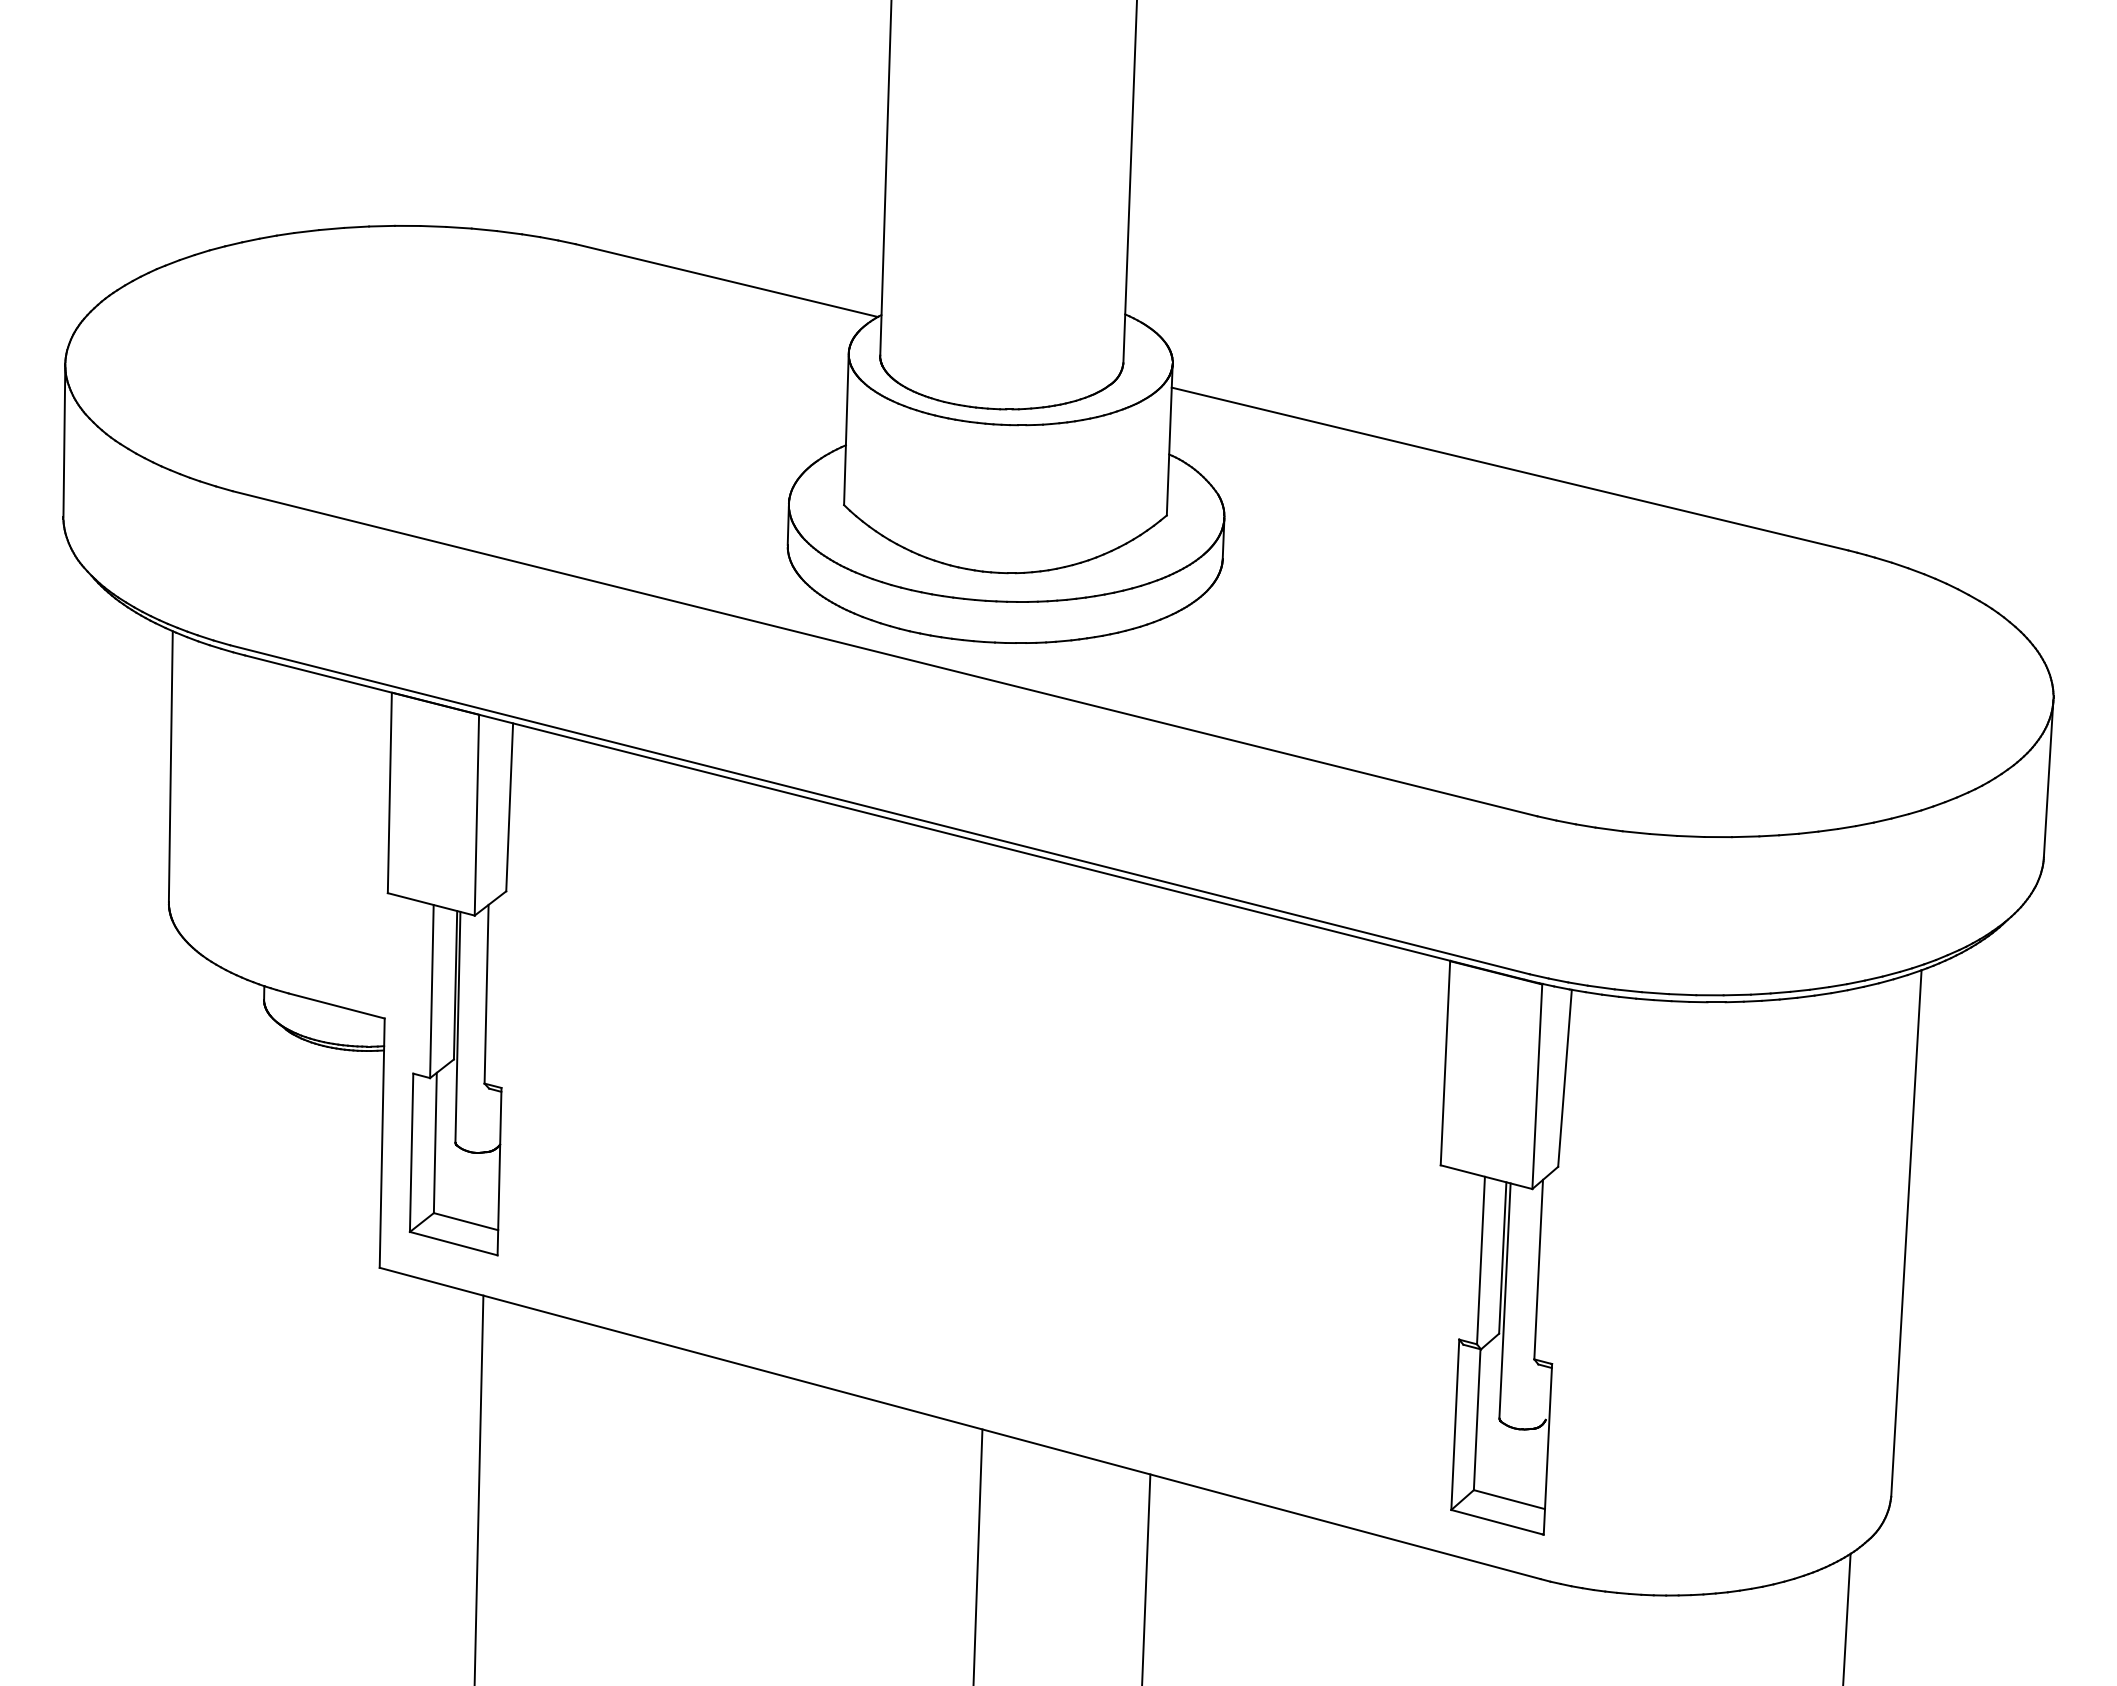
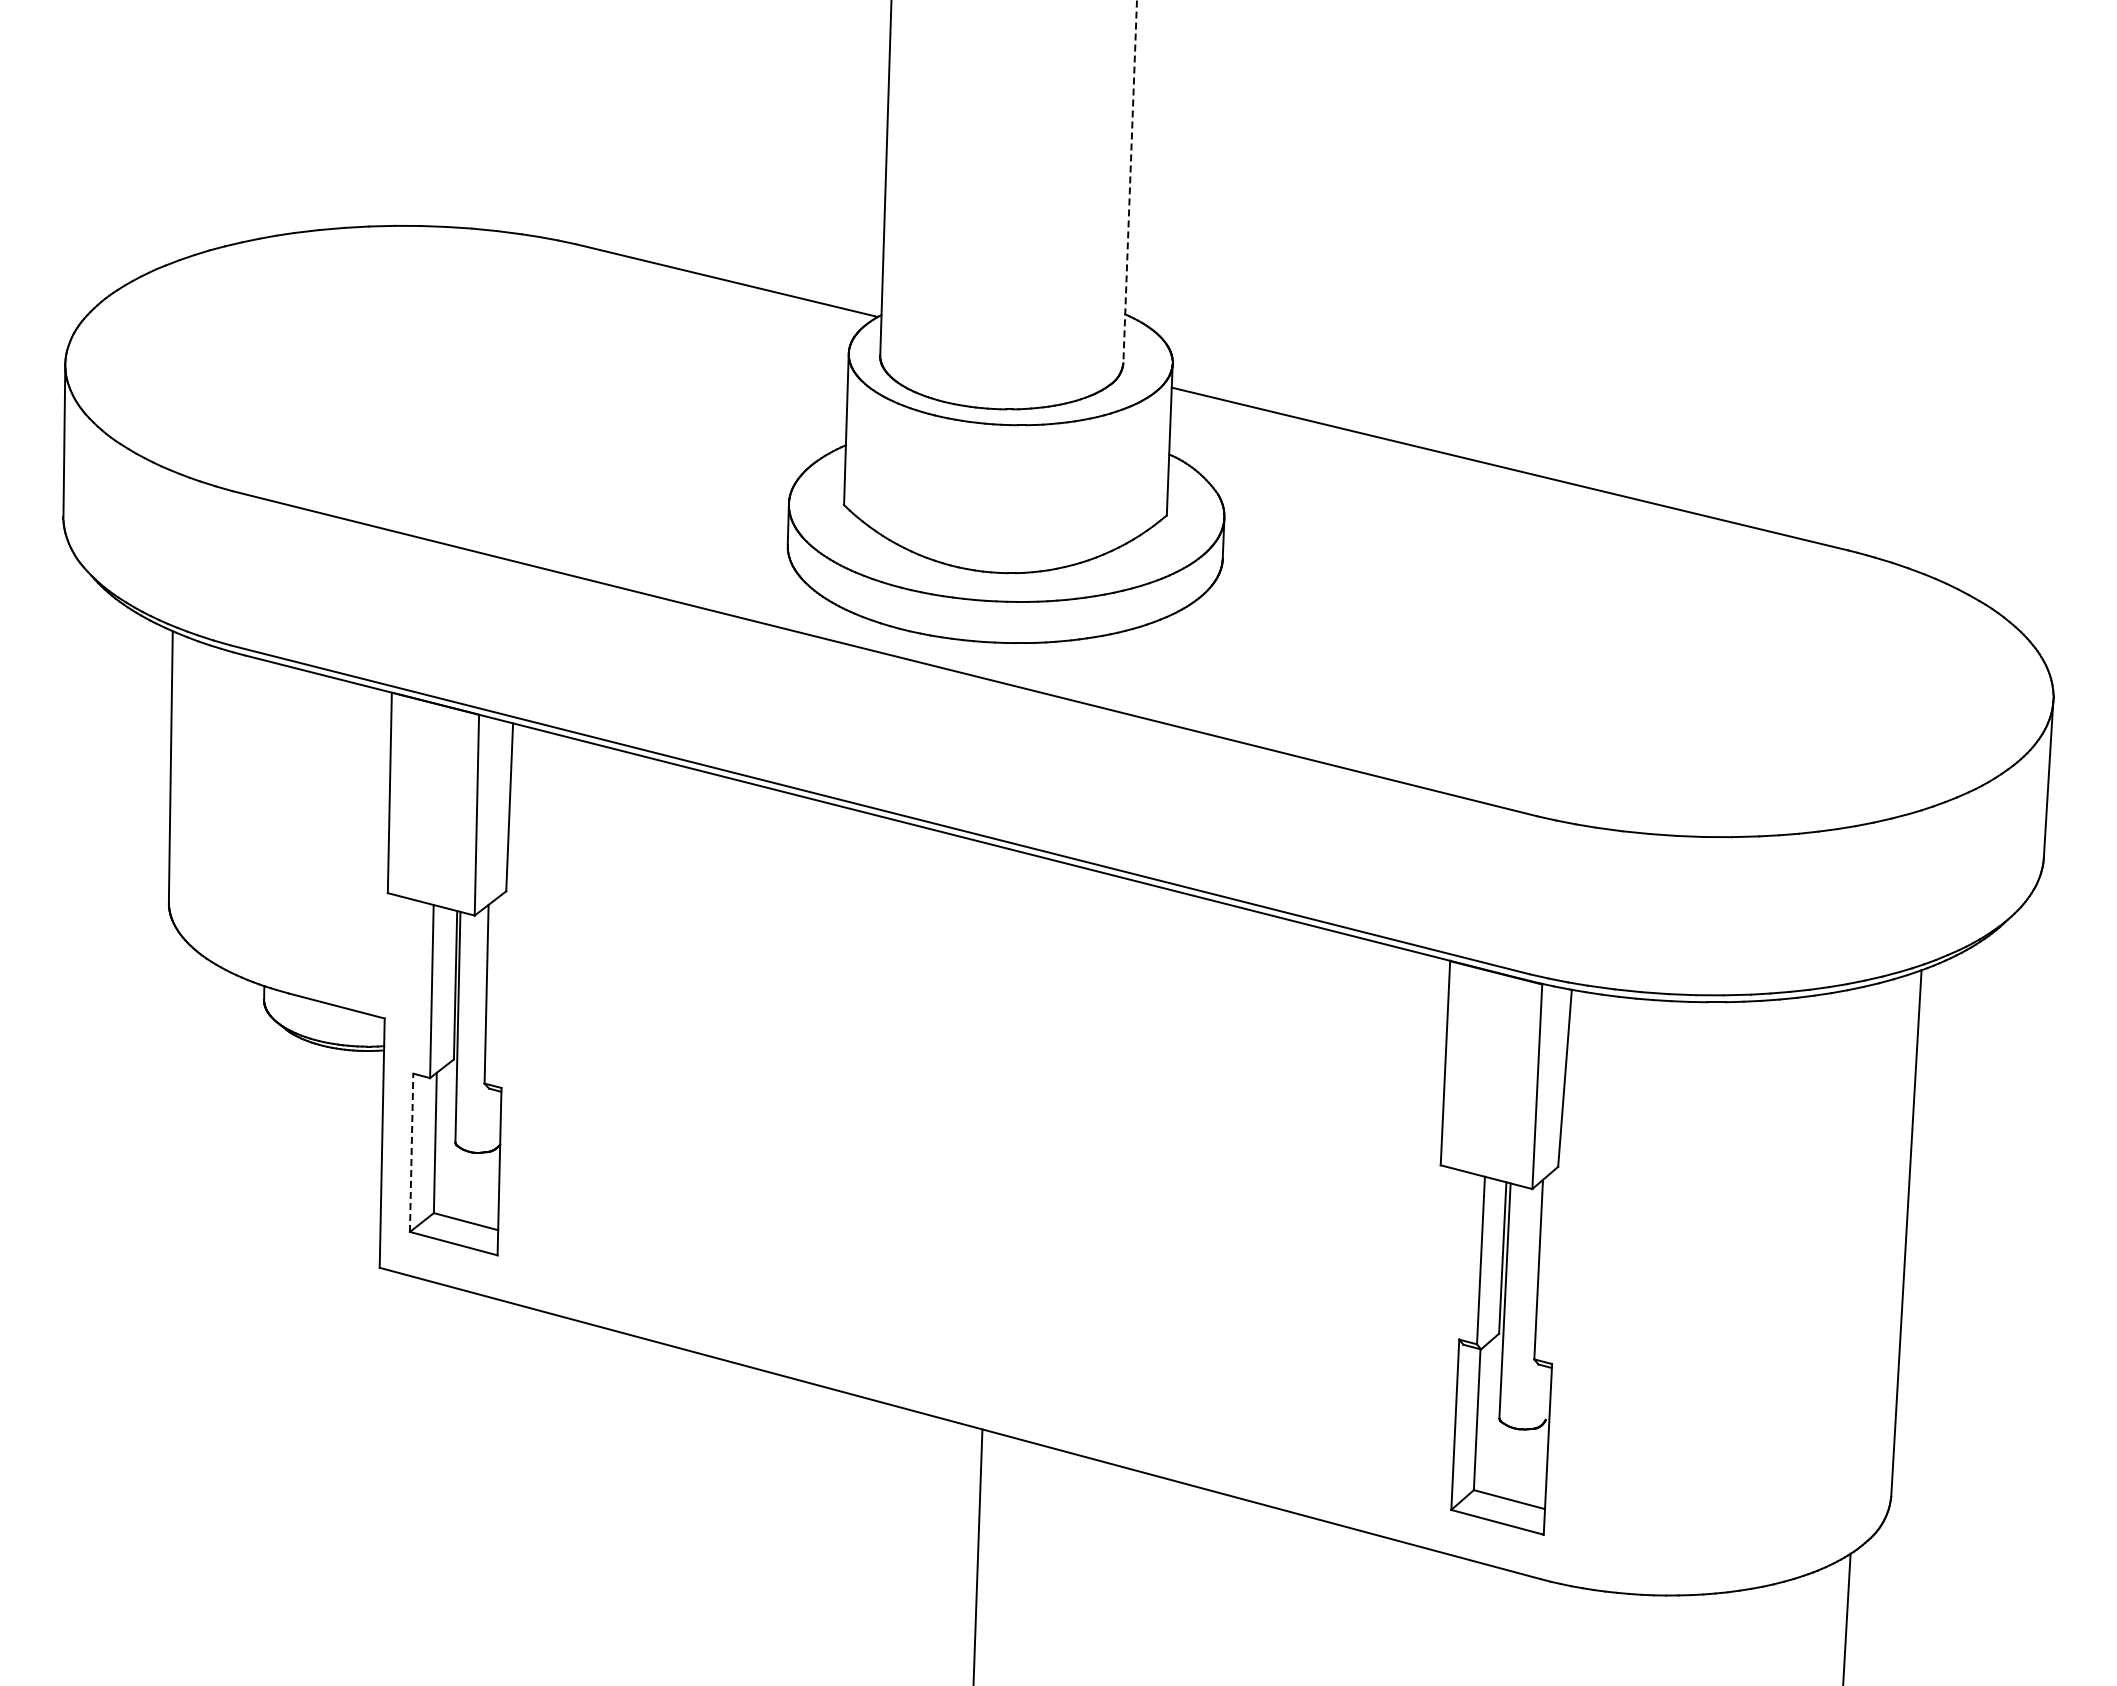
line at (1130, 182): solid -> dashed
line at (411, 1152): solid -> dashed
line at (478, 1488): present -> none
line at (1146, 1578): present -> none
